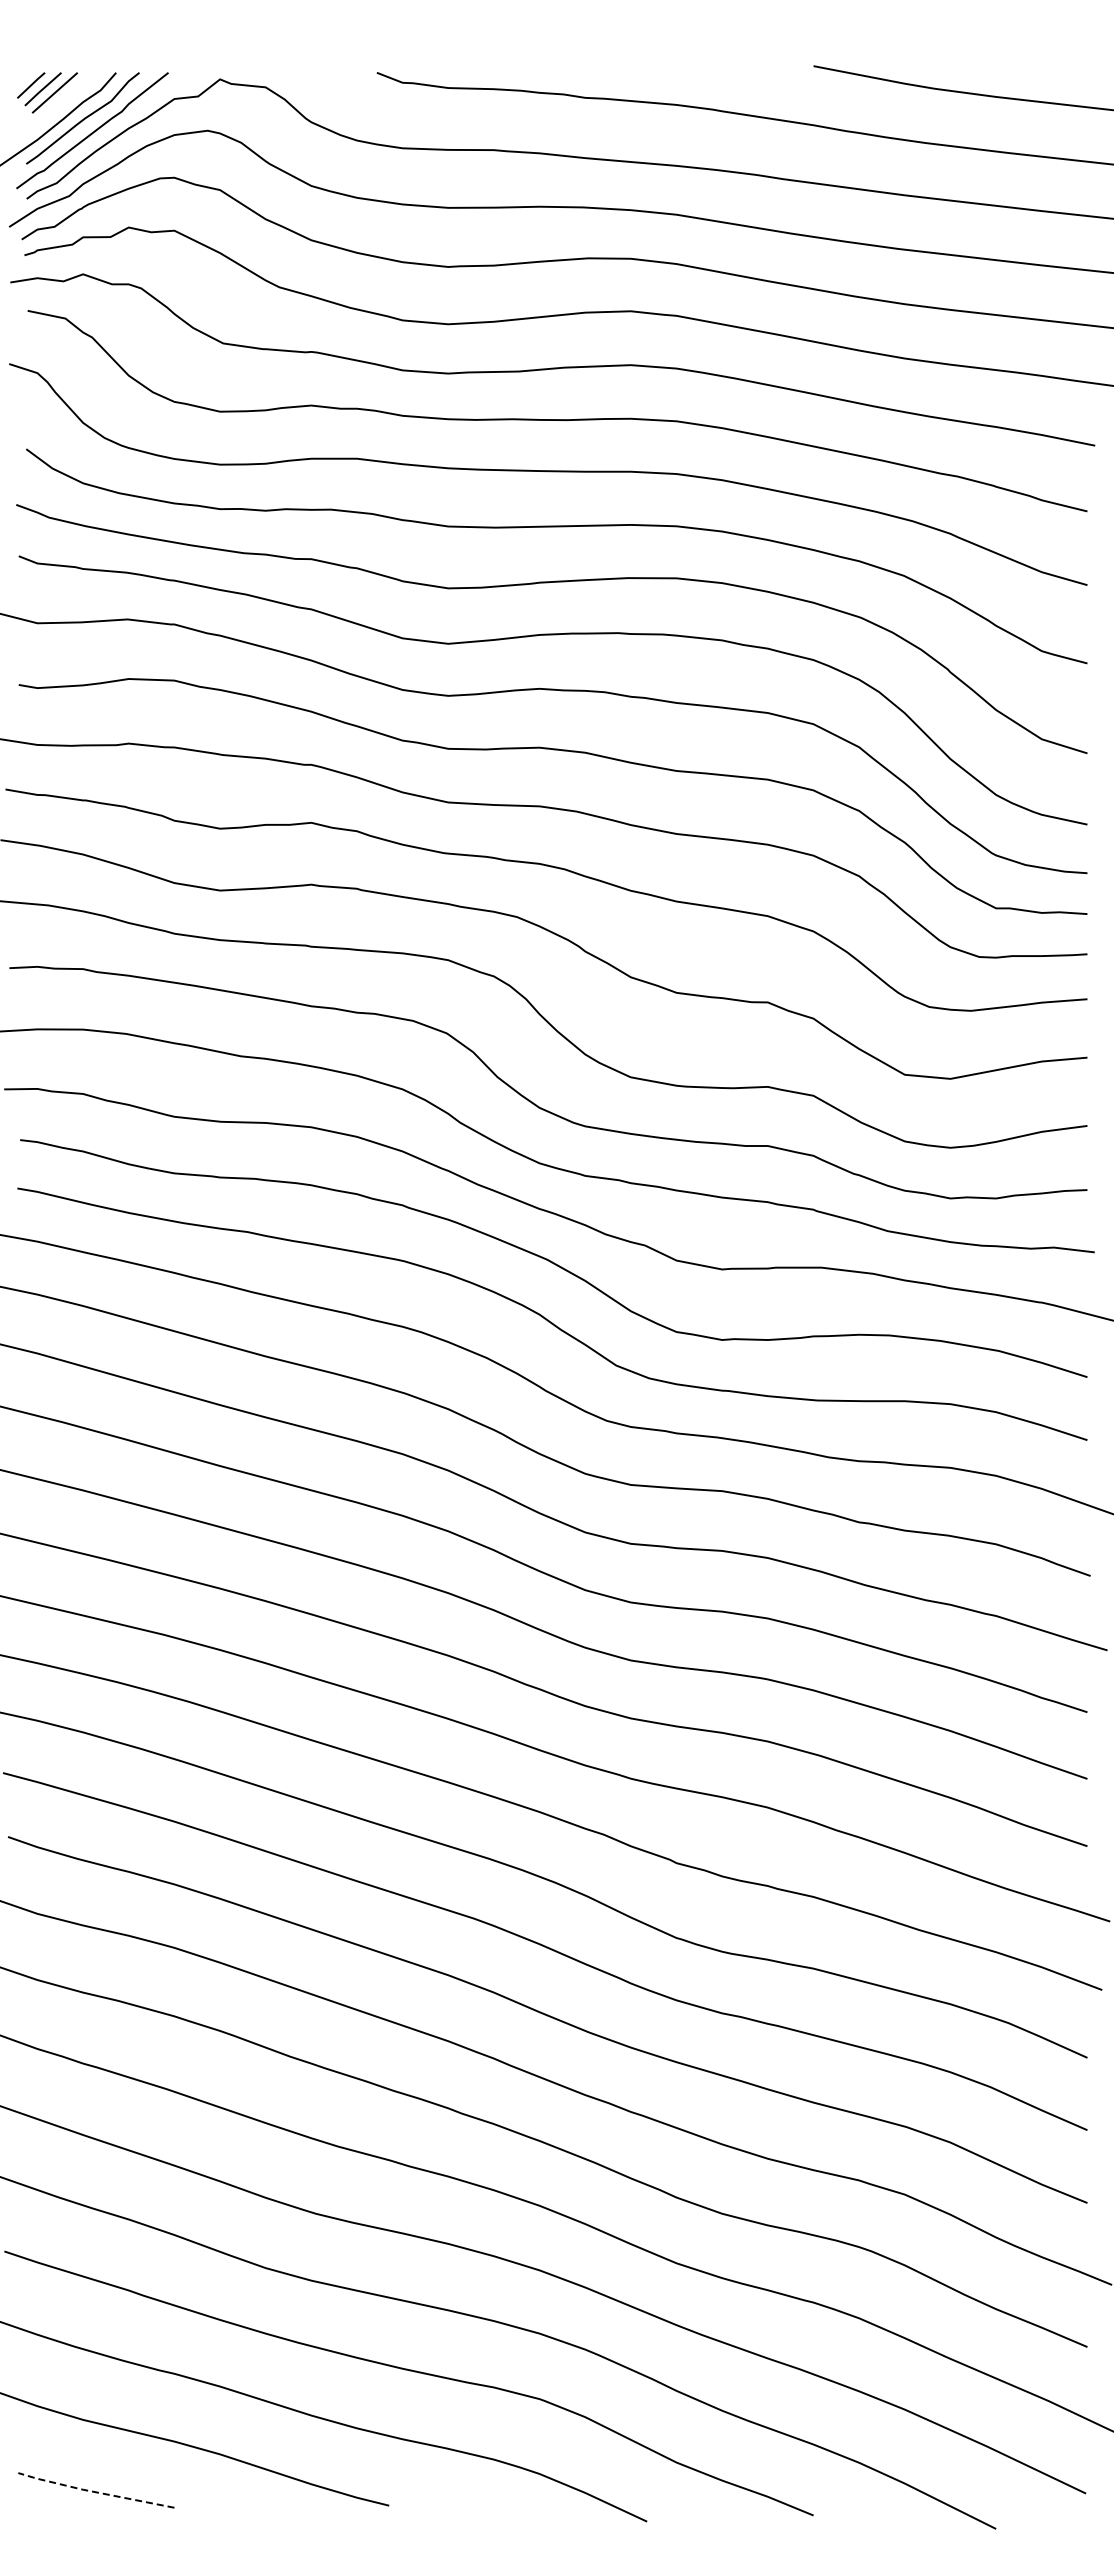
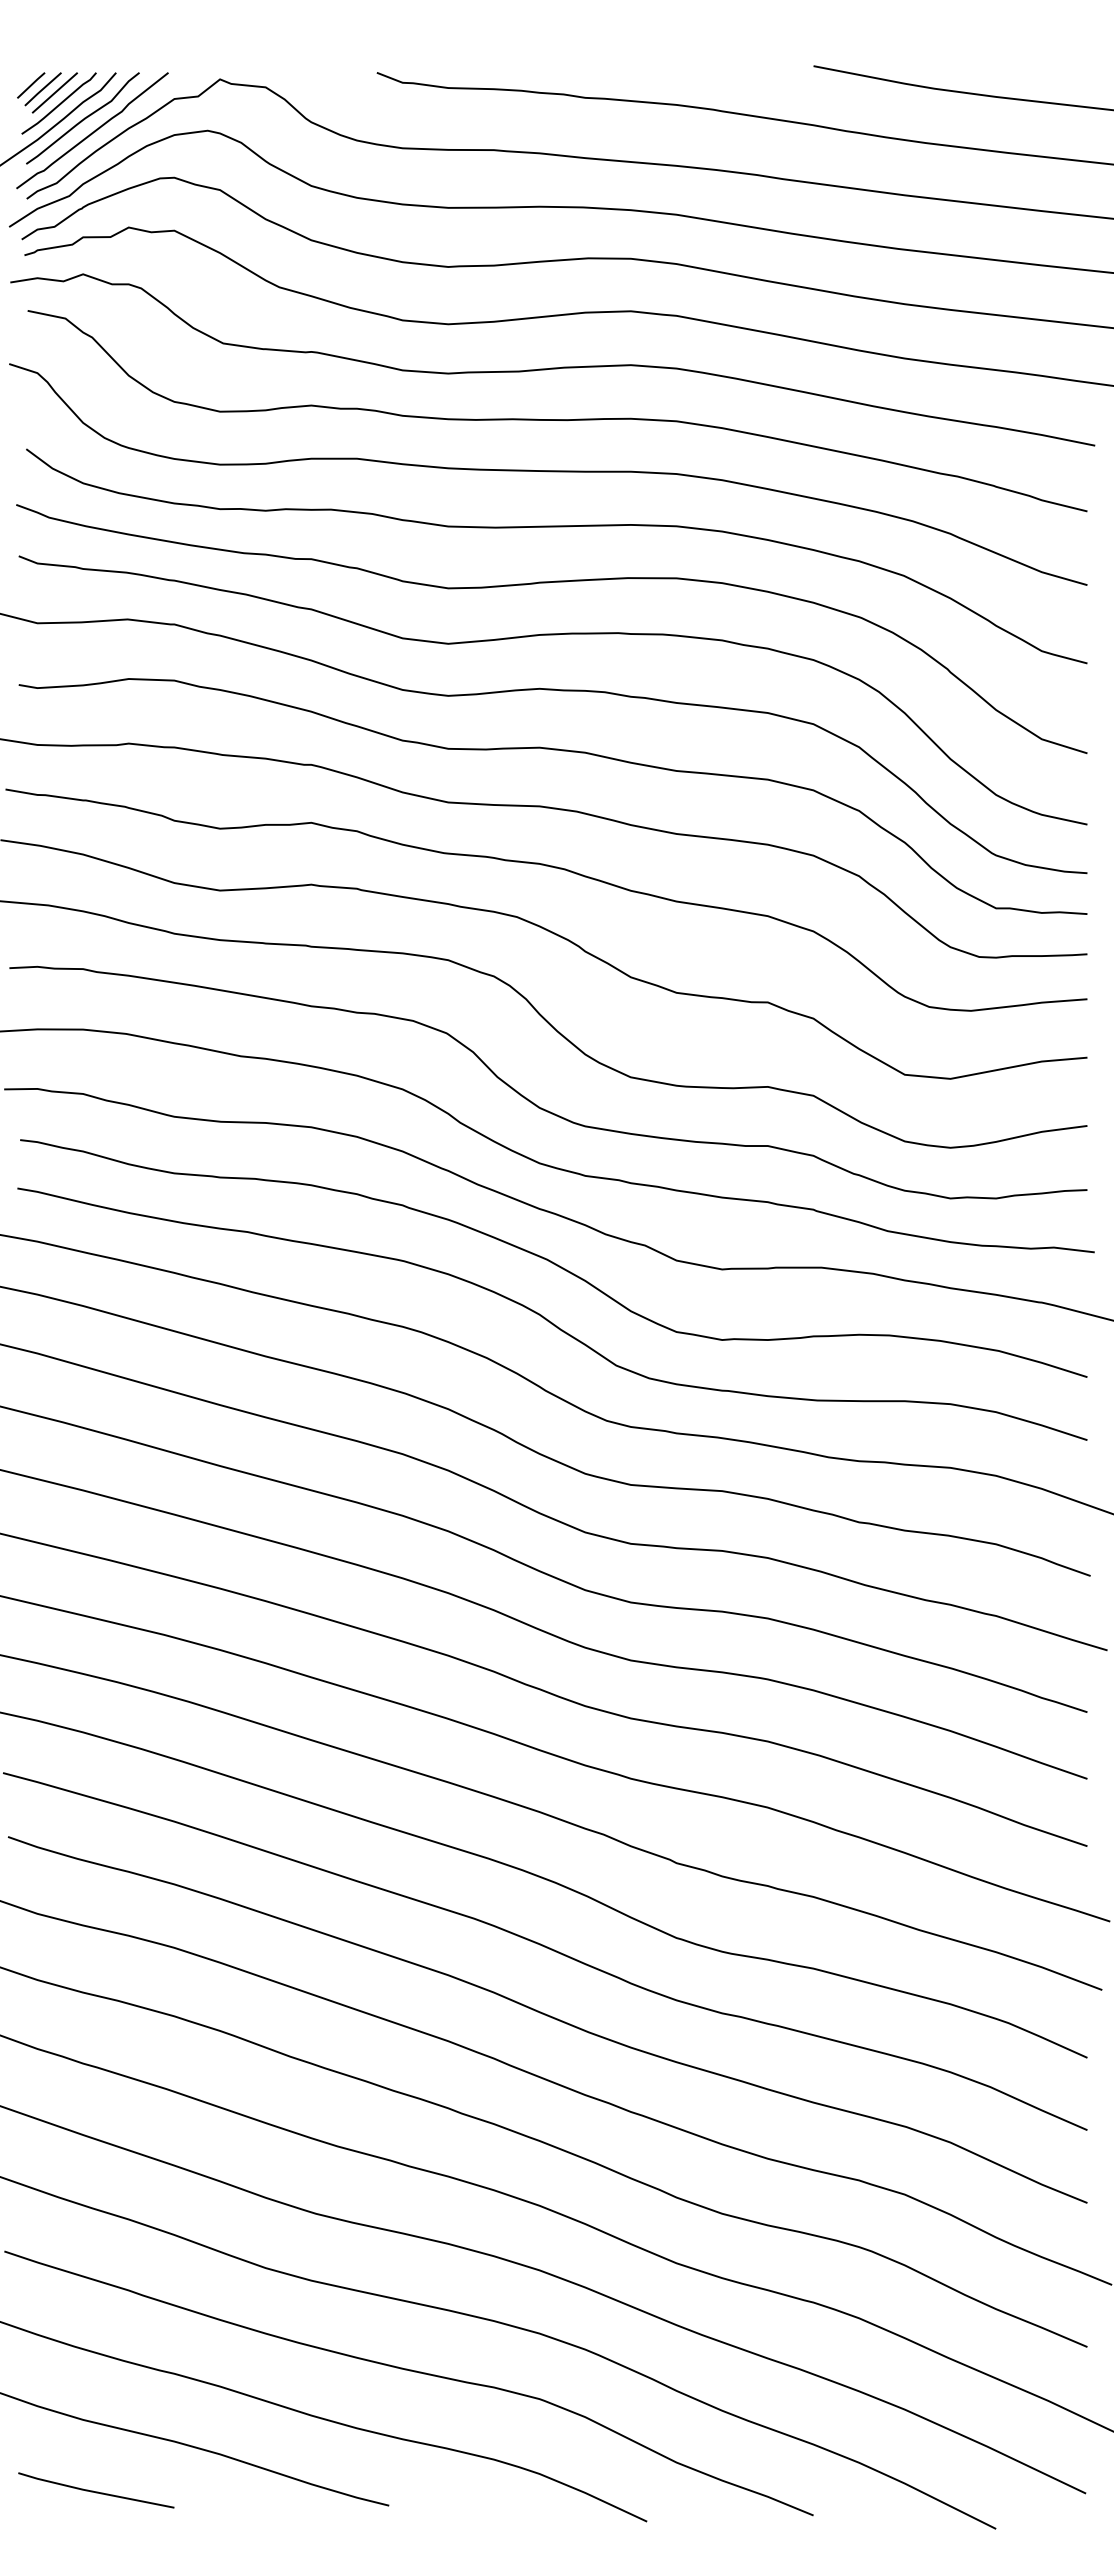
curve at (59, 103): none -> present
line at (94, 2492): dashed -> solid
